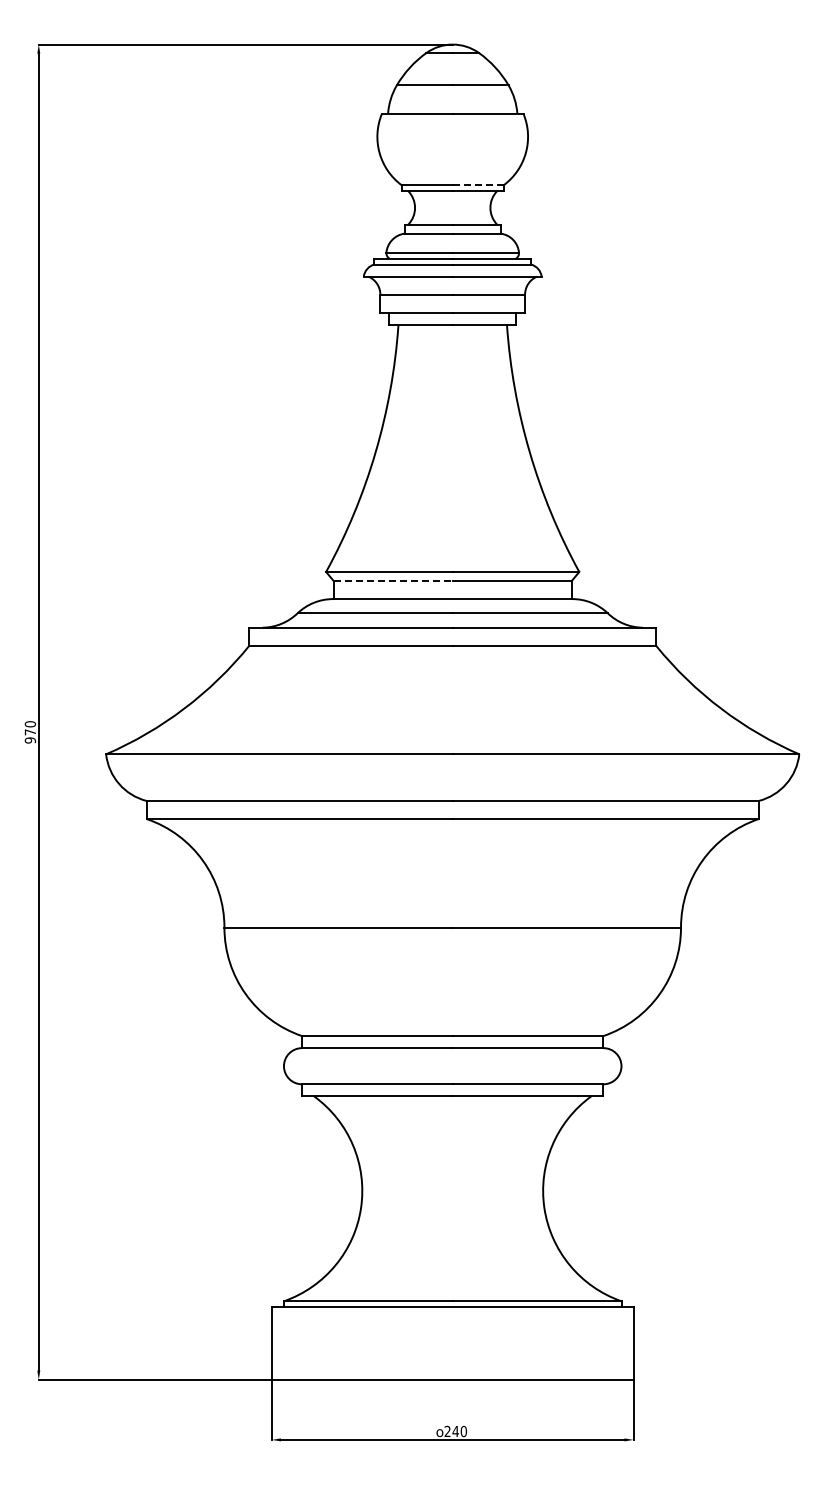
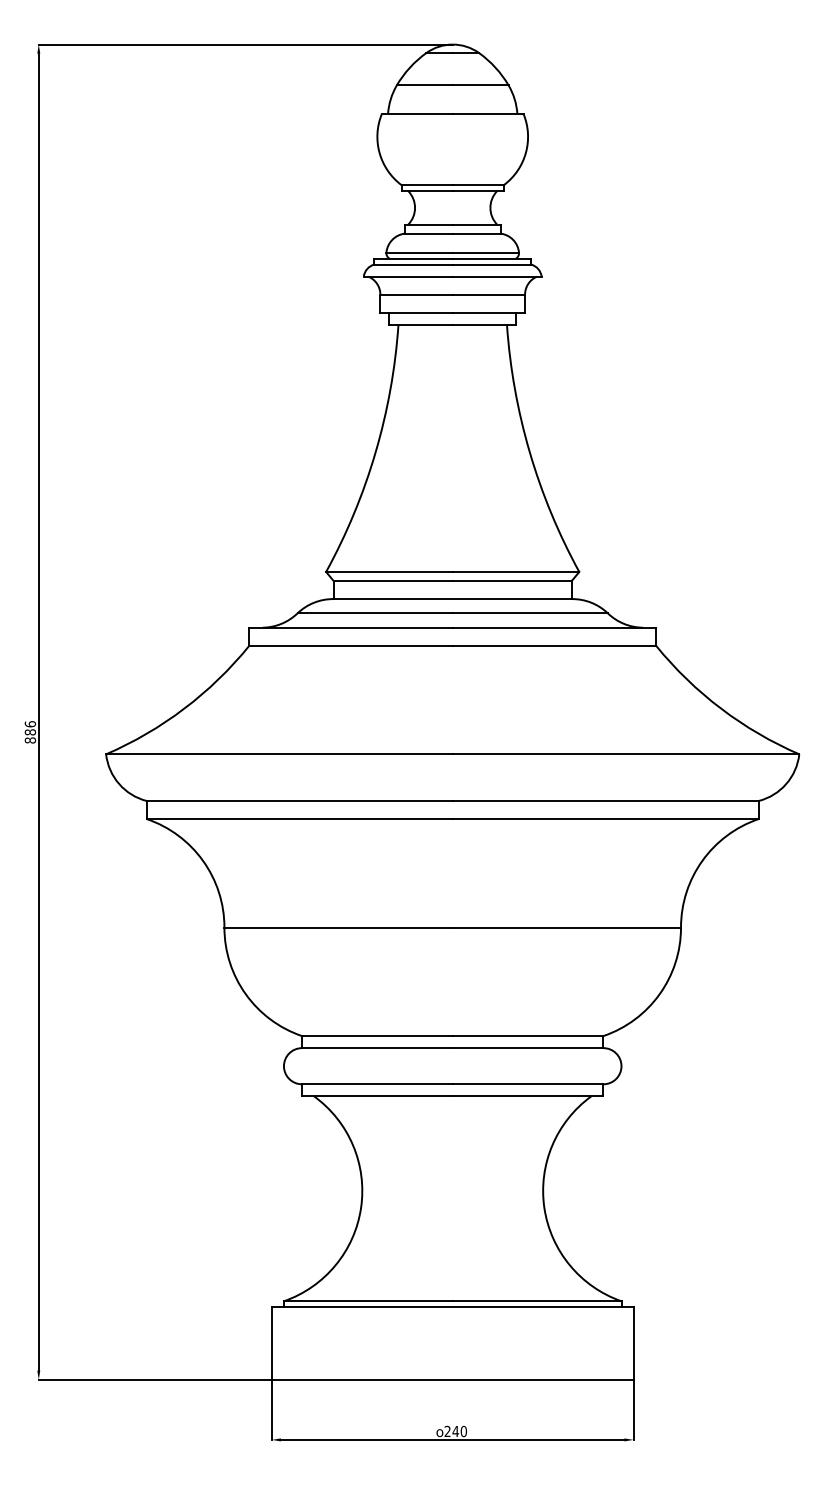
line at (478, 185): dashed -> solid
line at (393, 581): dashed -> solid
text at (30, 732): 970 -> 886
